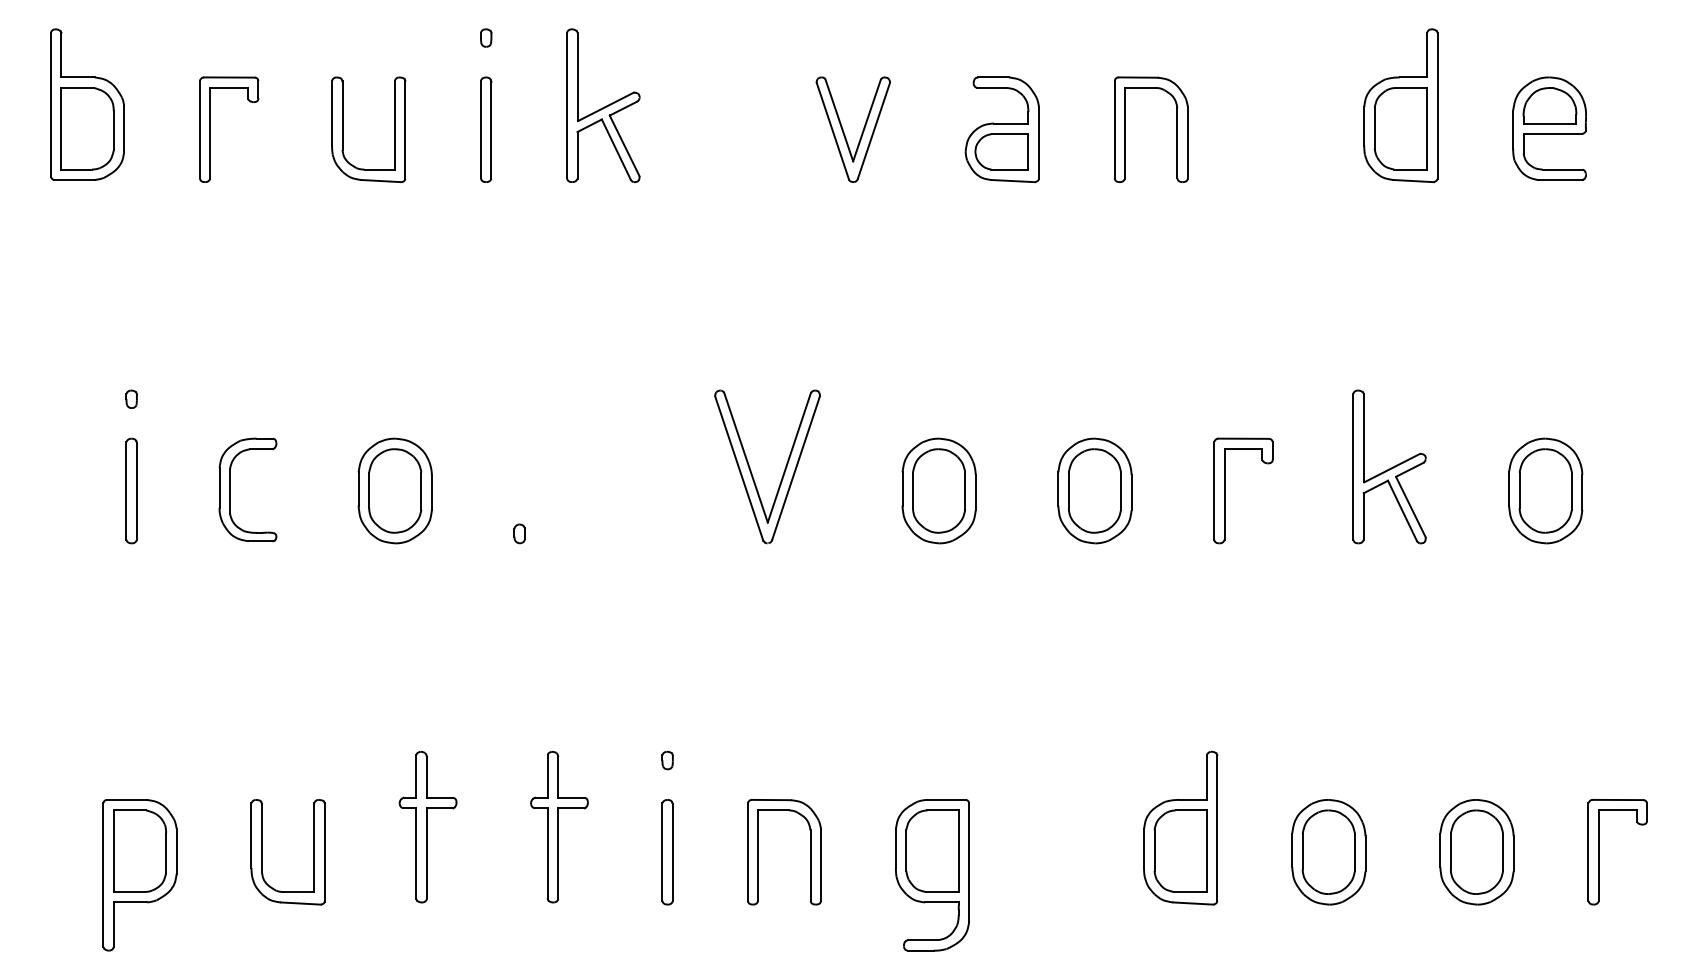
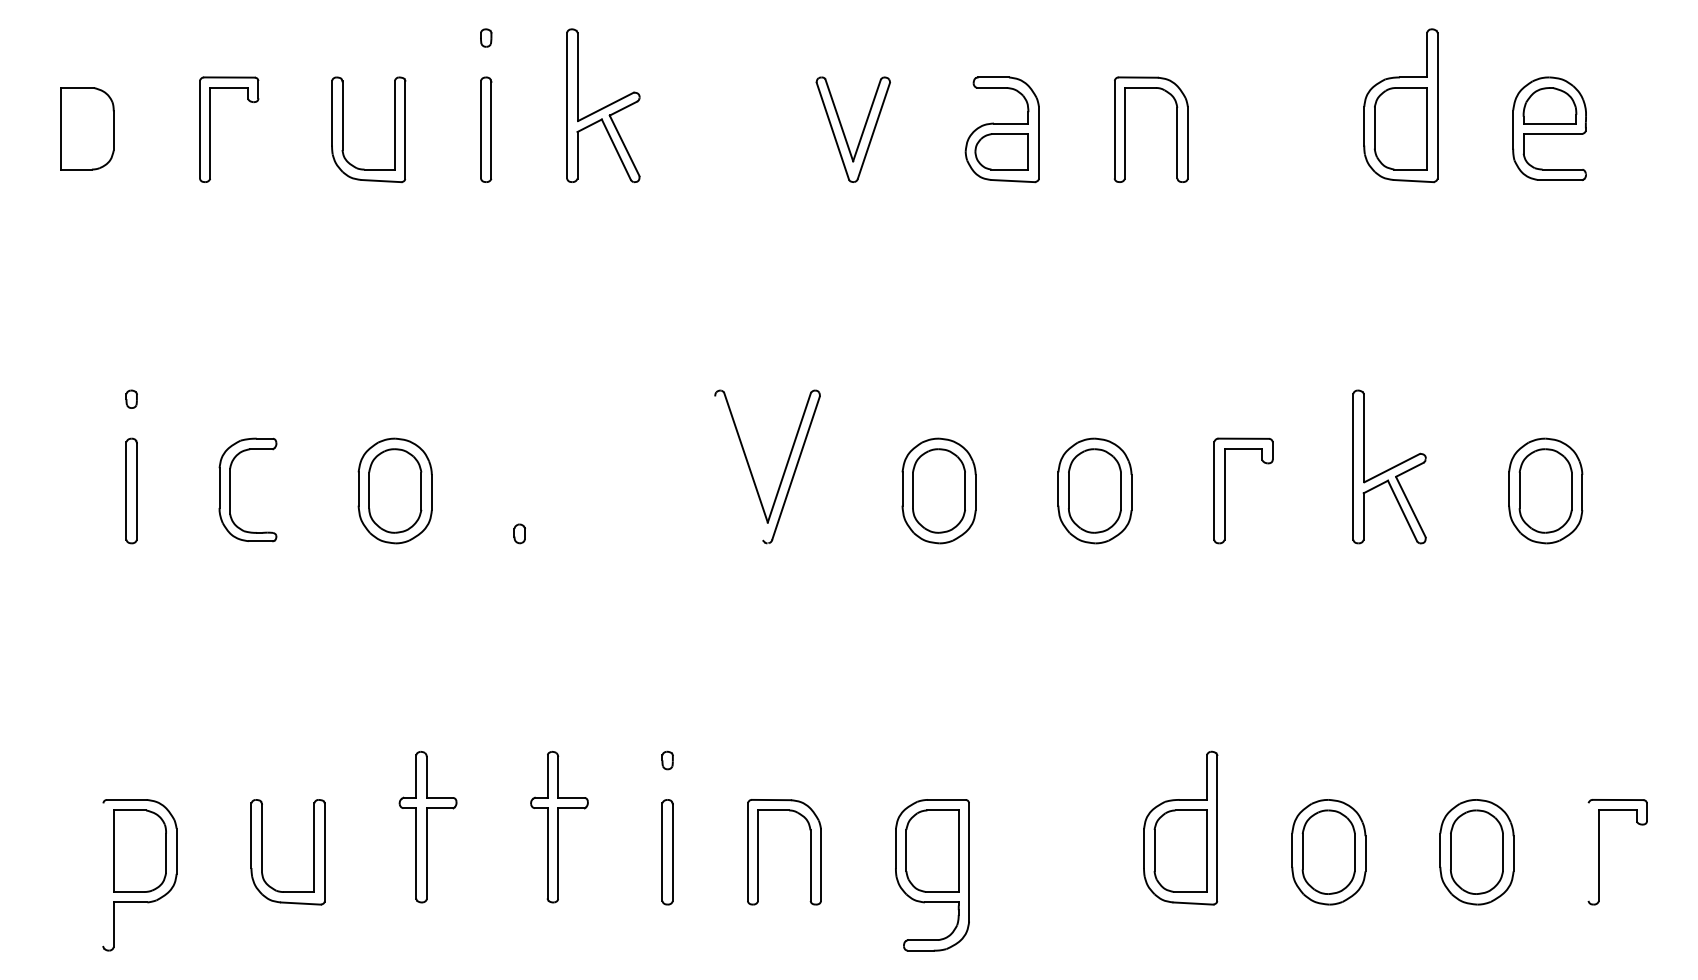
part at (87, 104): present -> none
line at (739, 468): present -> none
line at (1588, 851): present -> none
line at (103, 874): present -> none
